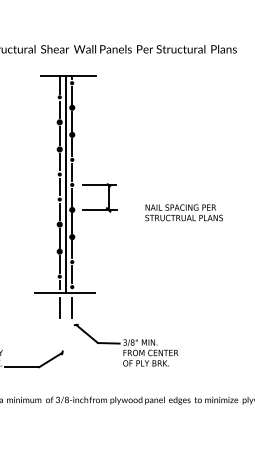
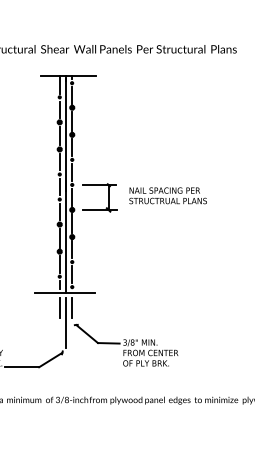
text at (183, 212) position: (183, 212) -> (167, 195)
line at (66, 322): none -> present
